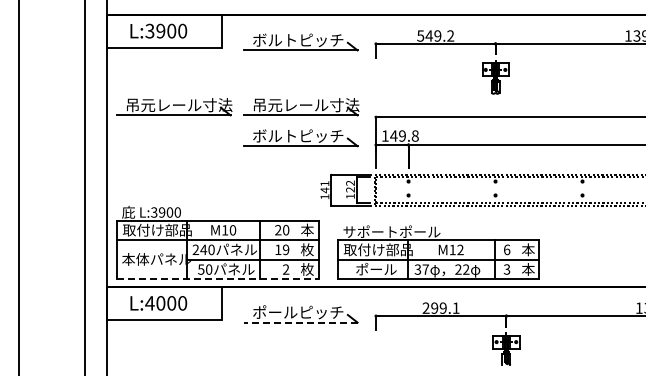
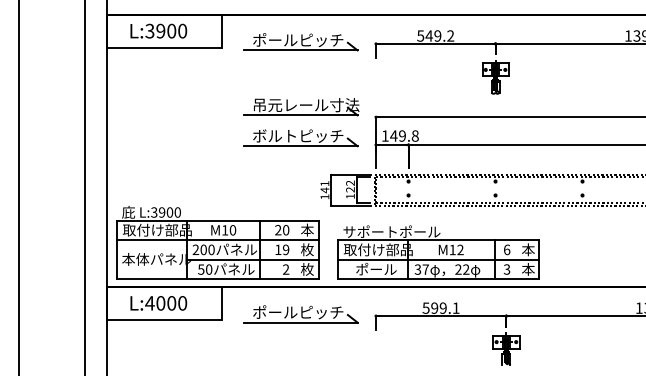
text at (280, 39): ボルトピッチ -> ポールピッチ
part at (174, 107): present -> none
text at (203, 249): 240 -> 200
line at (217, 279): dashed -> solid
text at (425, 307): 299.1 -> 599.1
line at (300, 322): dashed -> solid
